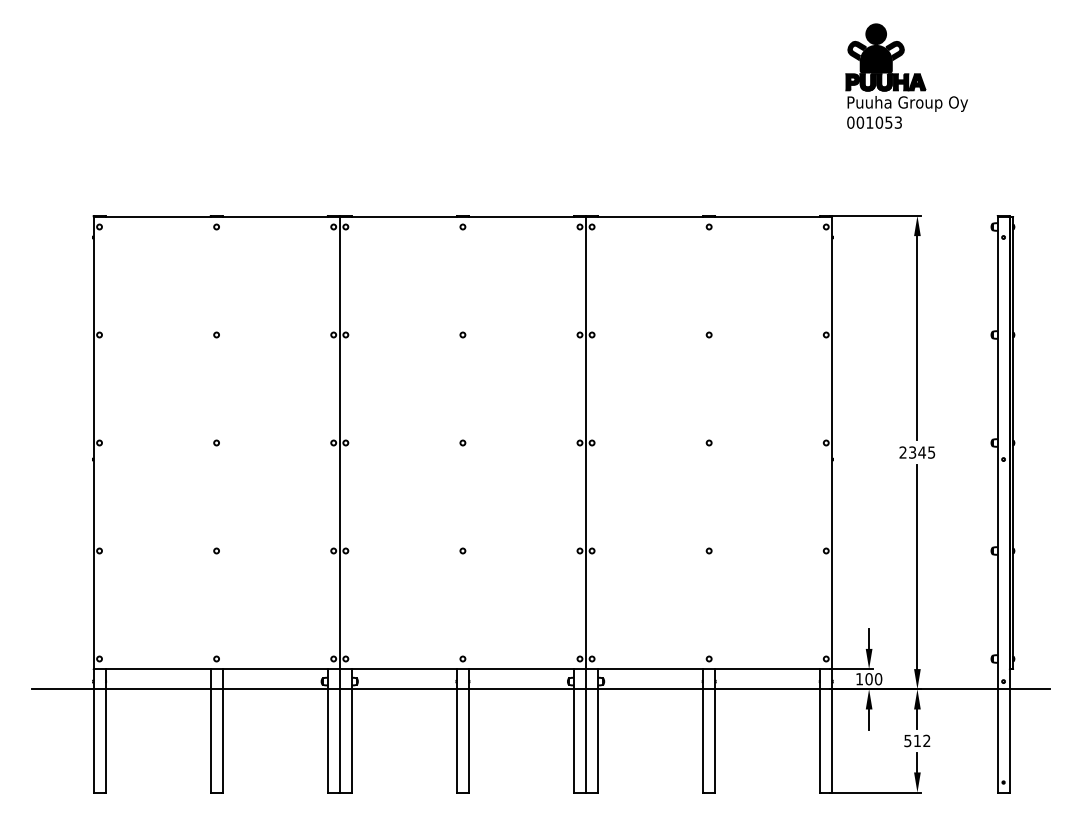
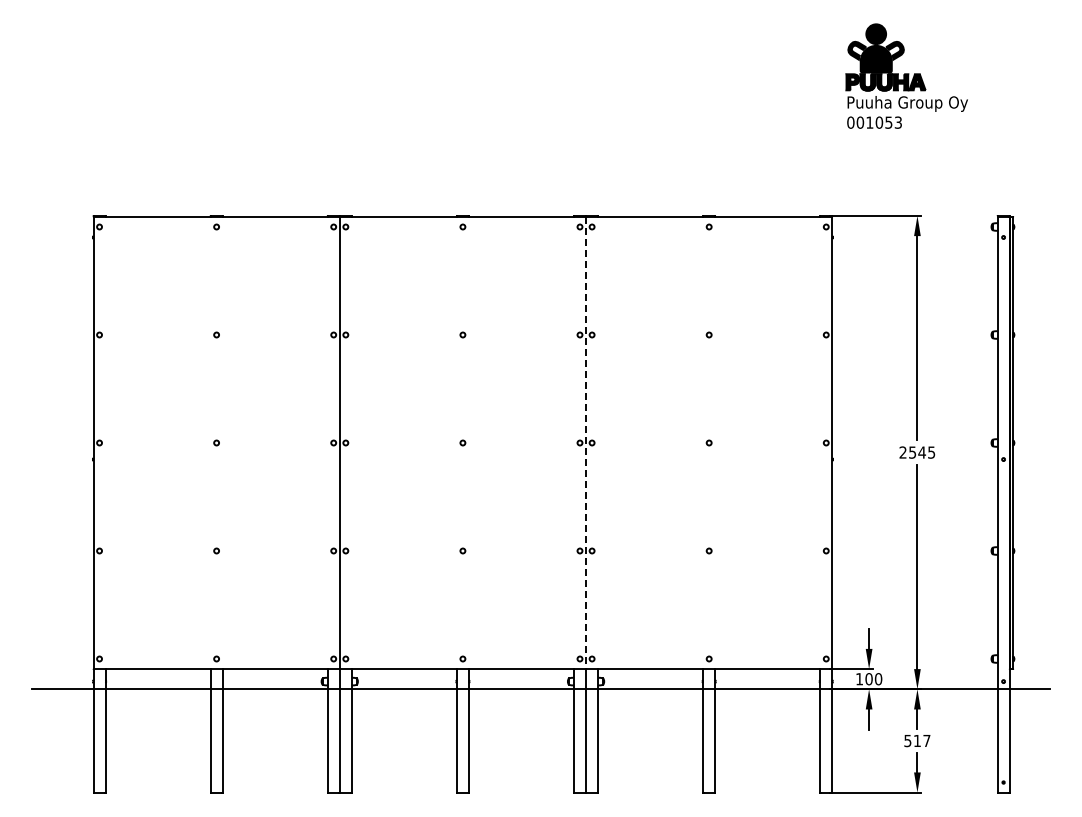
line at (586, 443): solid -> dashed
text at (912, 451): 2345 -> 2545
text at (926, 740): 512 -> 517
